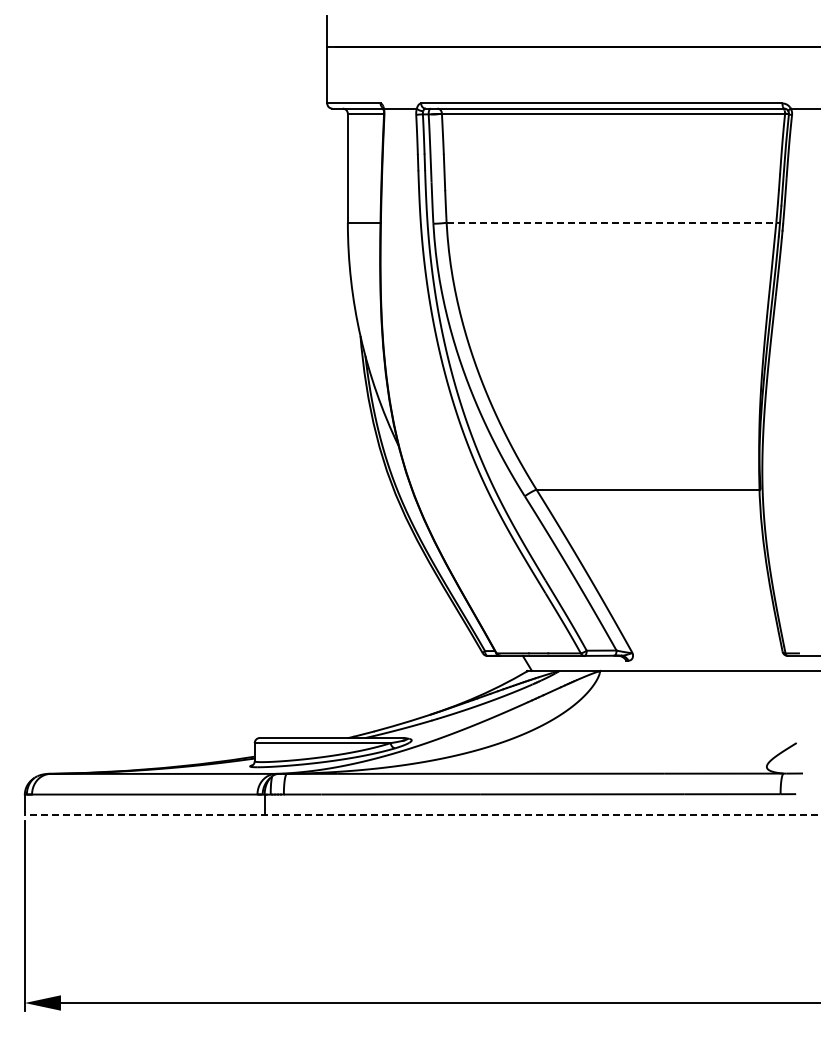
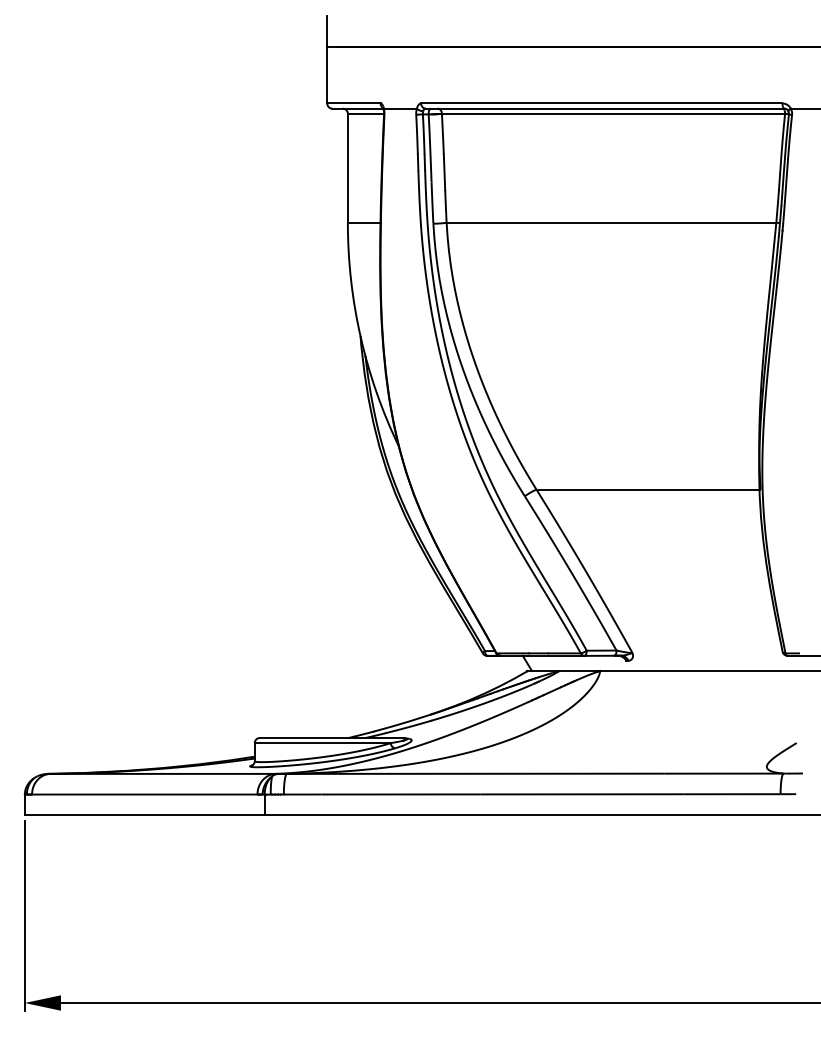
line at (611, 222): dashed -> solid
line at (422, 815): dashed -> solid
